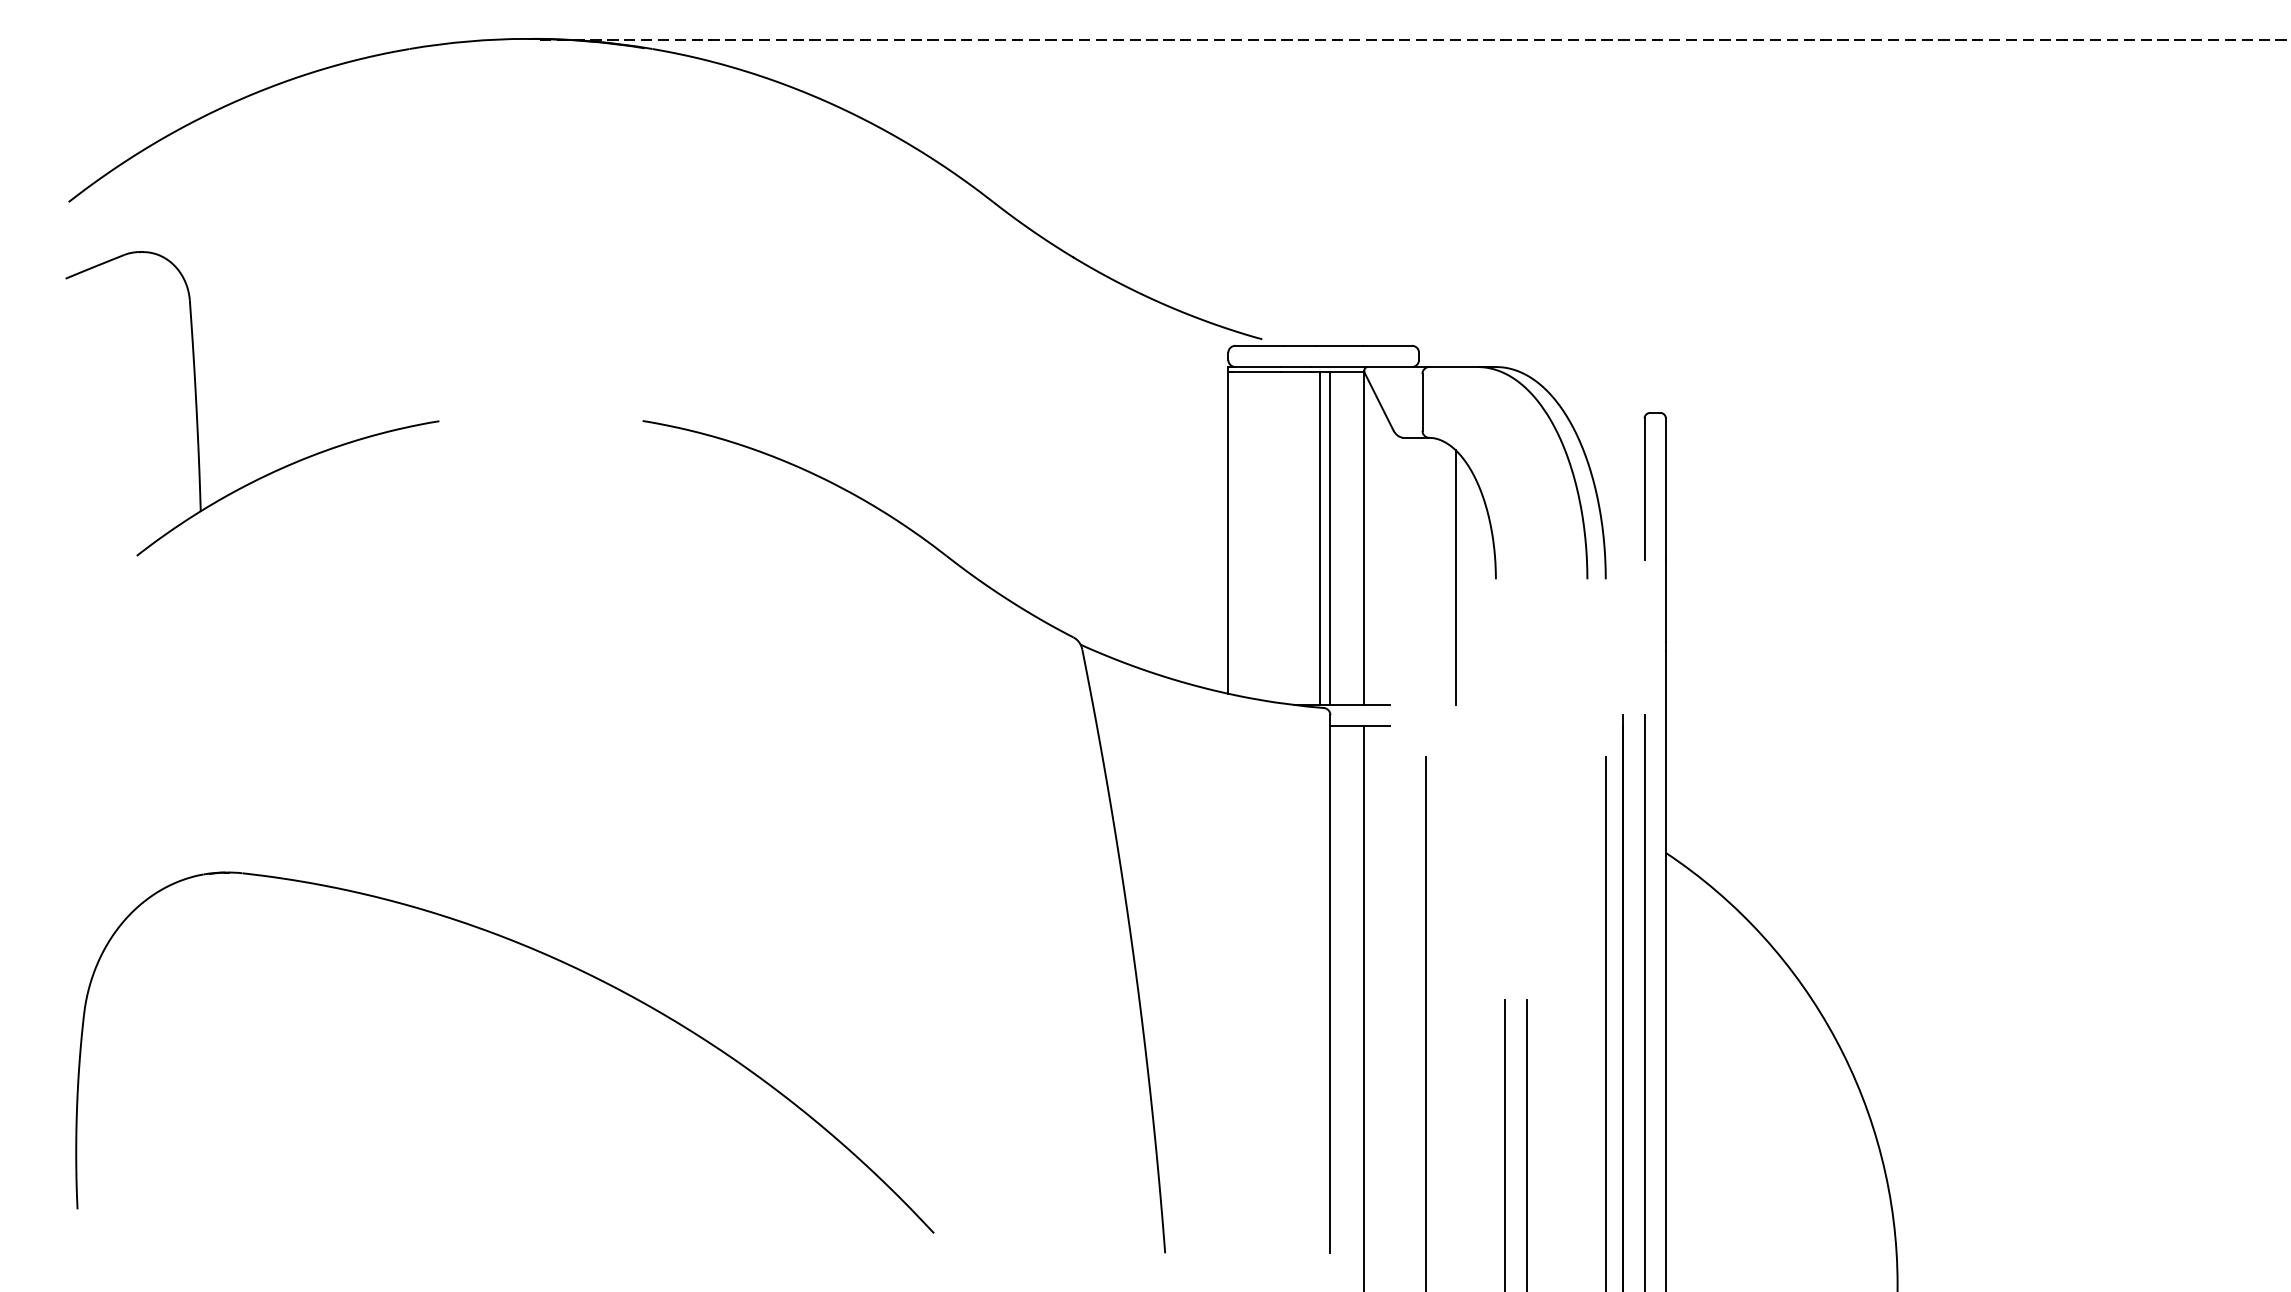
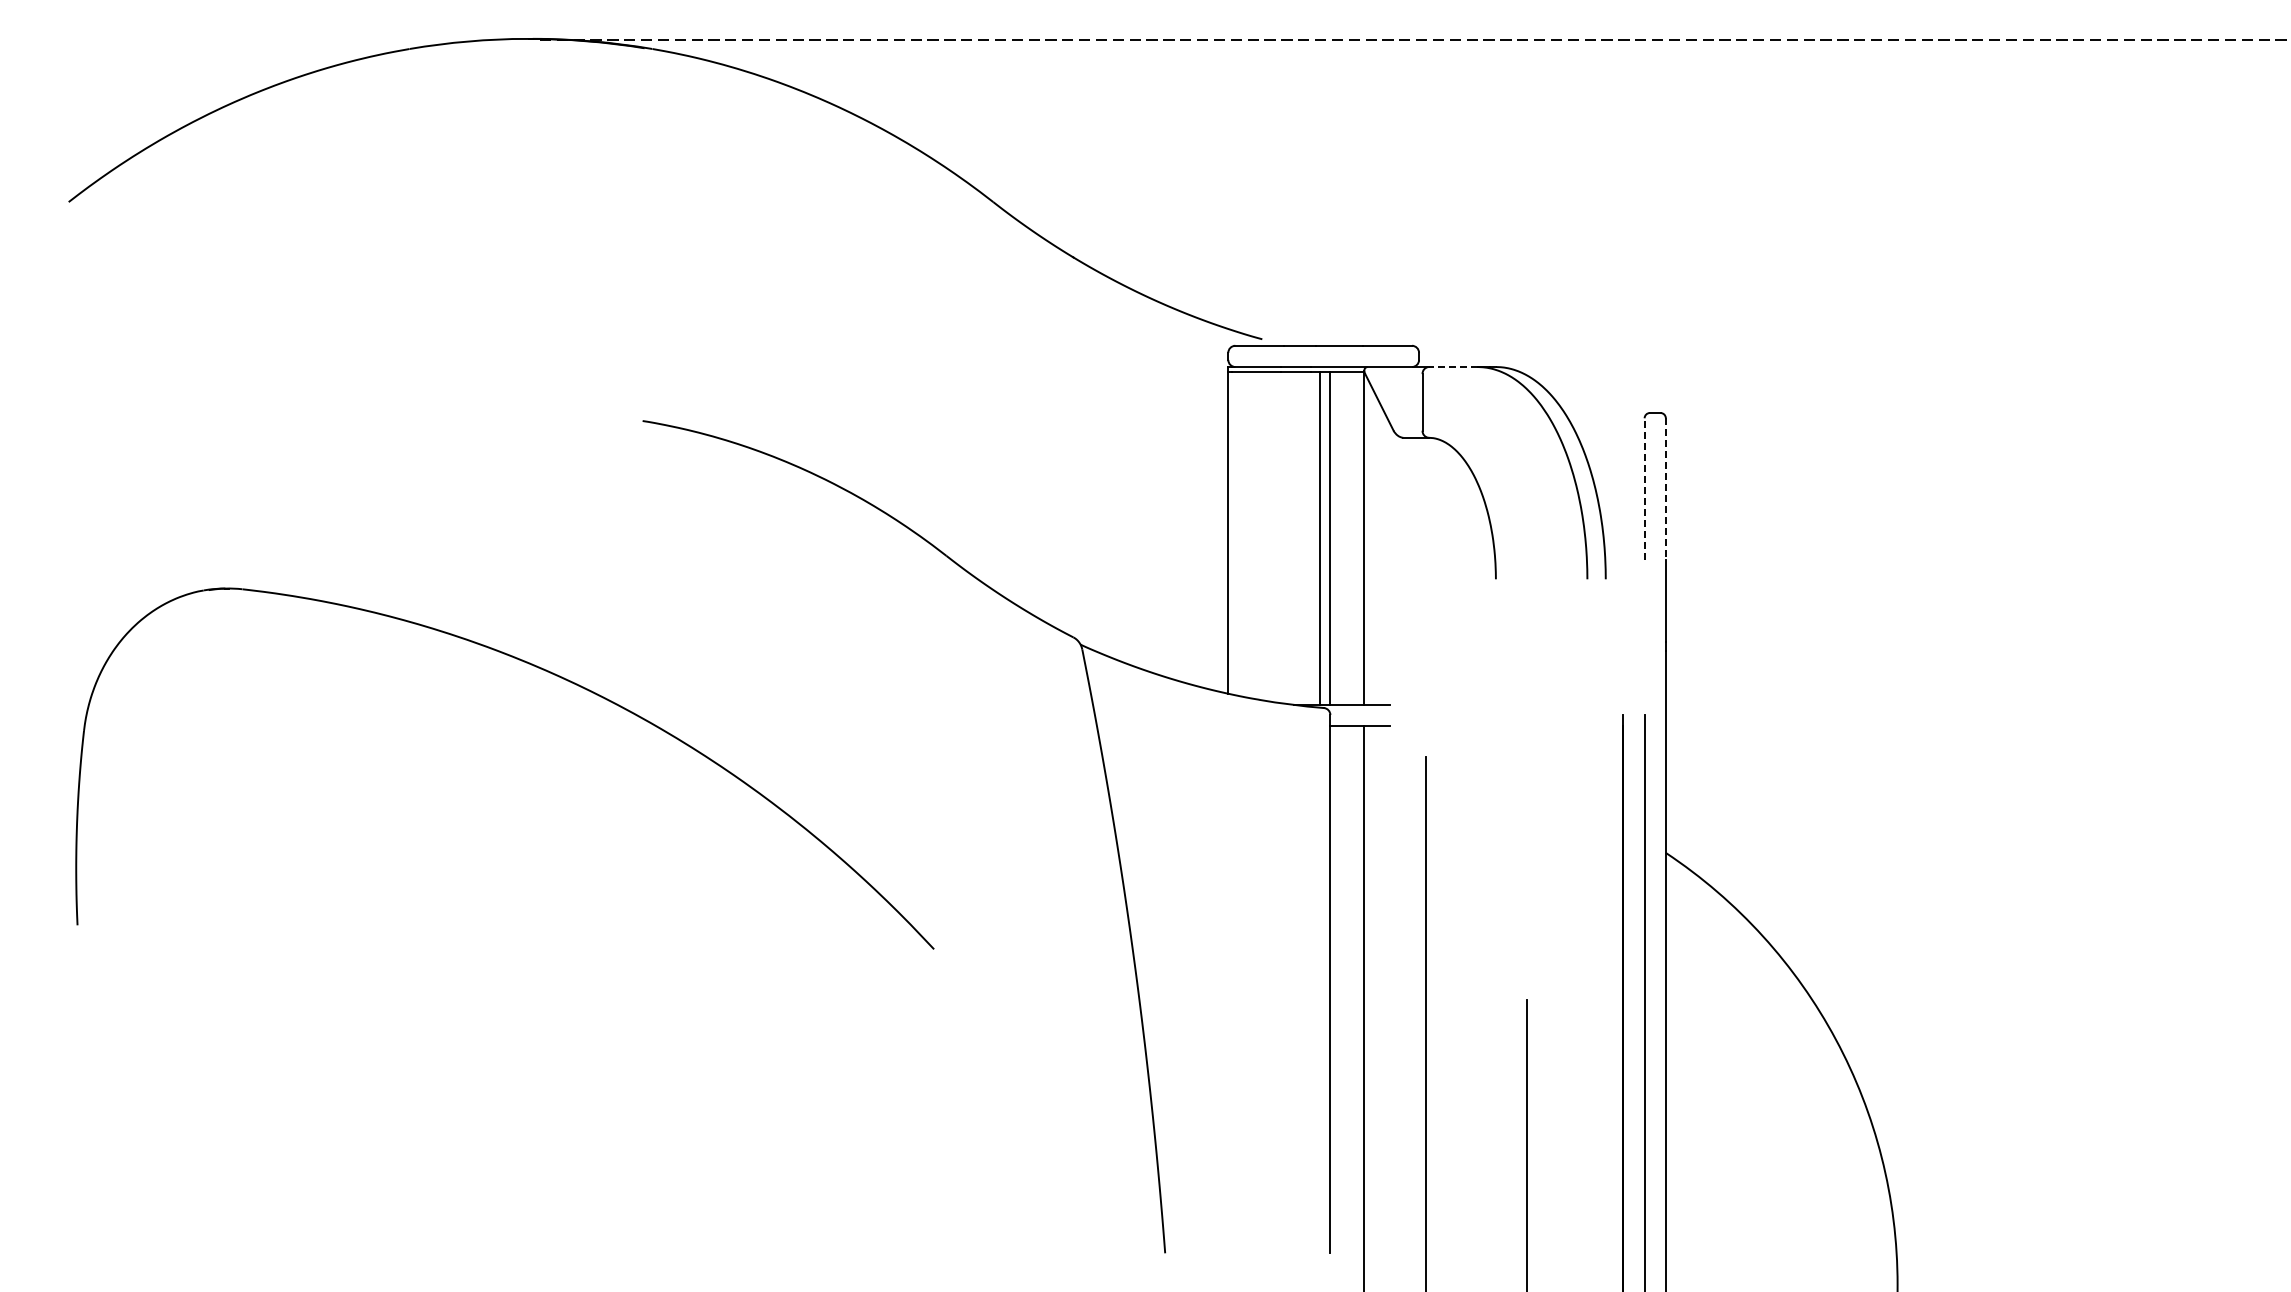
line at (1453, 367): solid -> dashed
part at (197, 403): present -> none
line at (1644, 489): solid -> dashed
line at (1665, 489): solid -> dashed
line at (1455, 577): present -> none
part at (549, 957) position: (549, 957) -> (549, 673)
line at (1605, 1022): present -> none
line at (1504, 1144): present -> none
